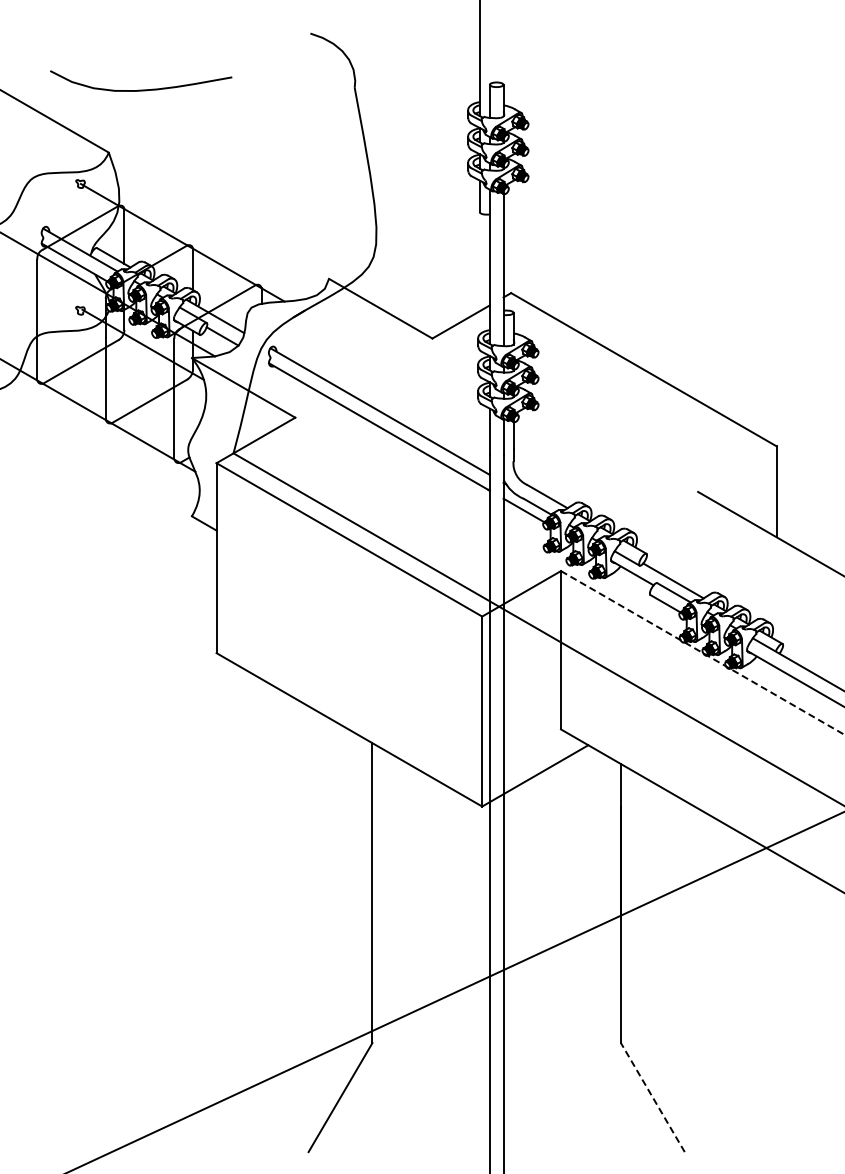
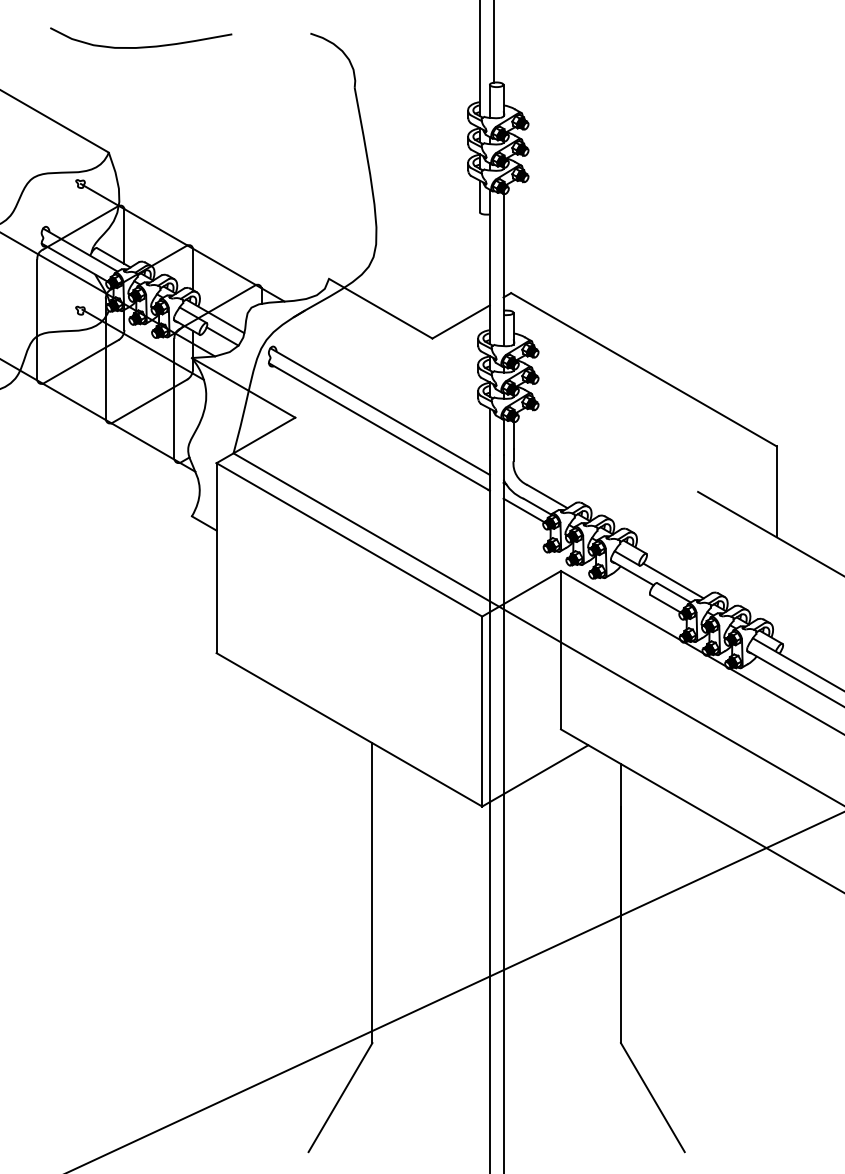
line at (493, 42): none -> present
curve at (141, 89) position: (141, 89) -> (141, 46)
line at (702, 653): dashed -> solid
line at (652, 1097): dashed -> solid
